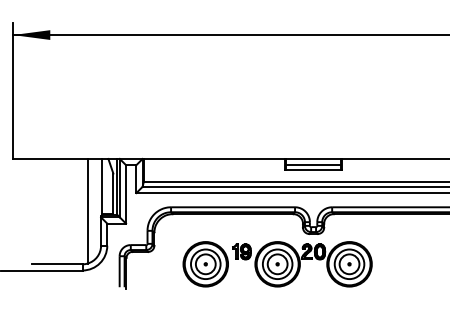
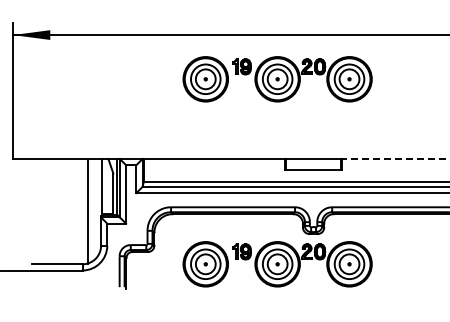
part at (277, 79): none -> present
line at (395, 158): solid -> dashed
line at (313, 165): present -> none
